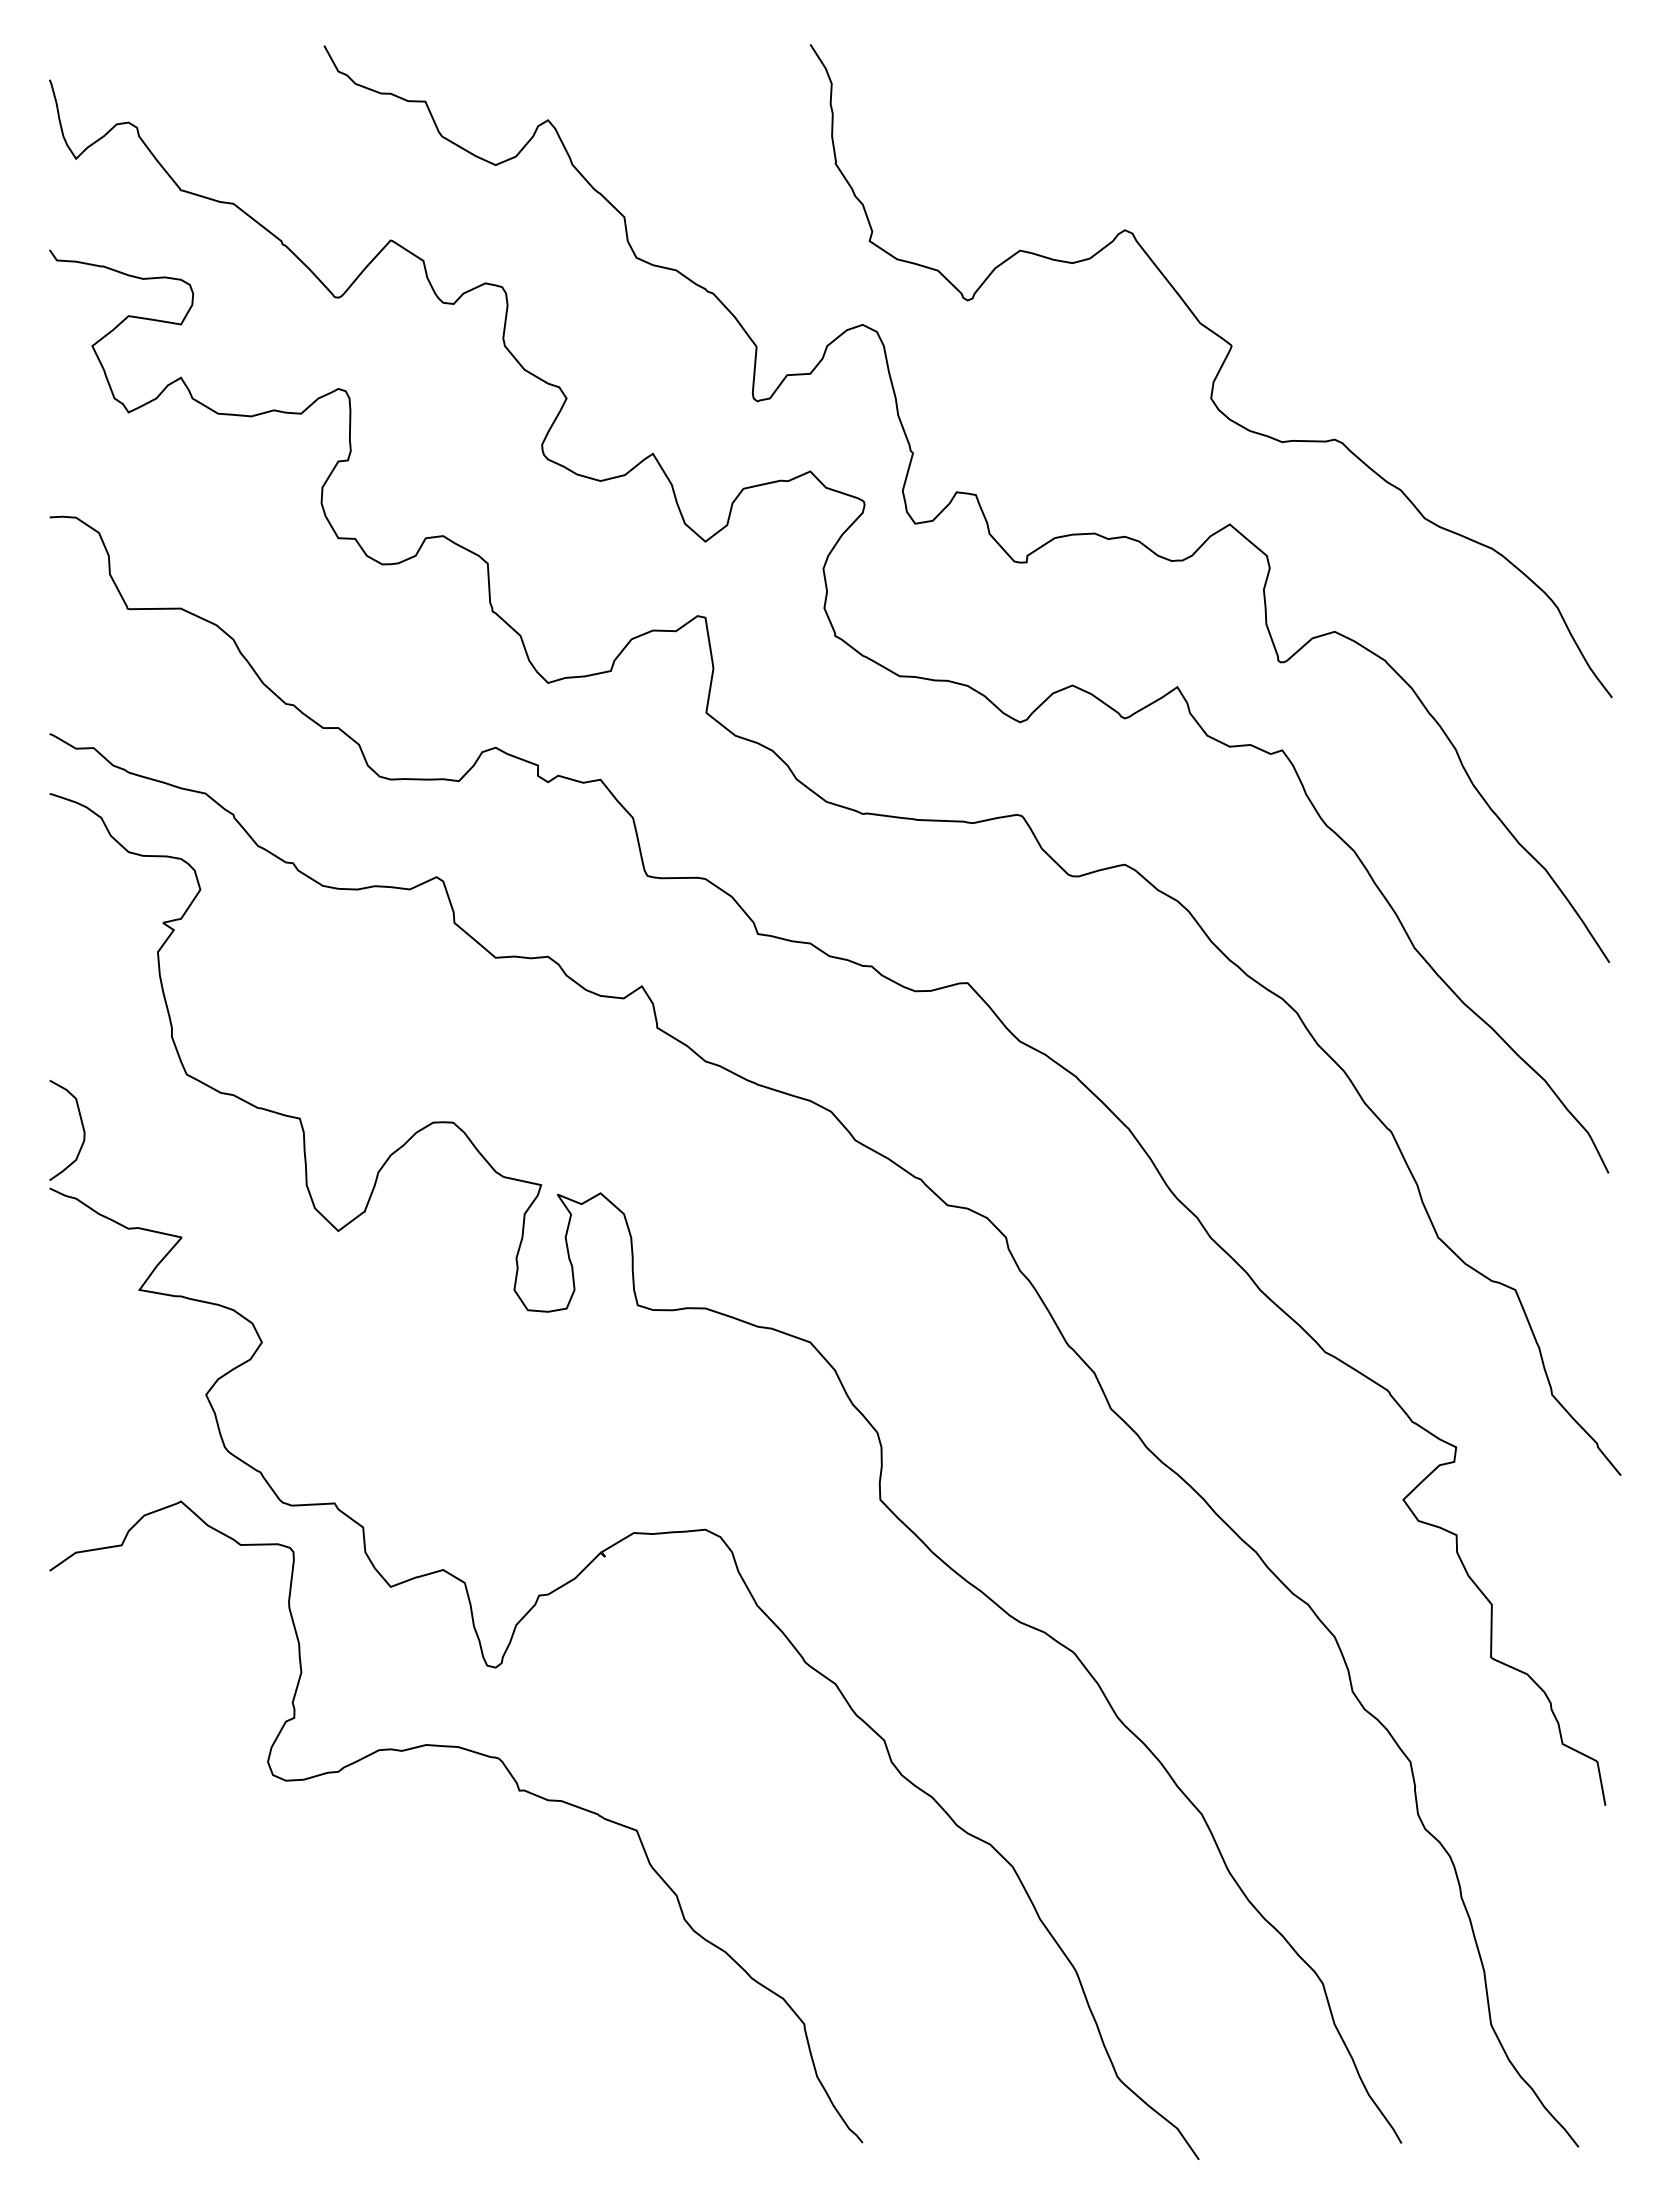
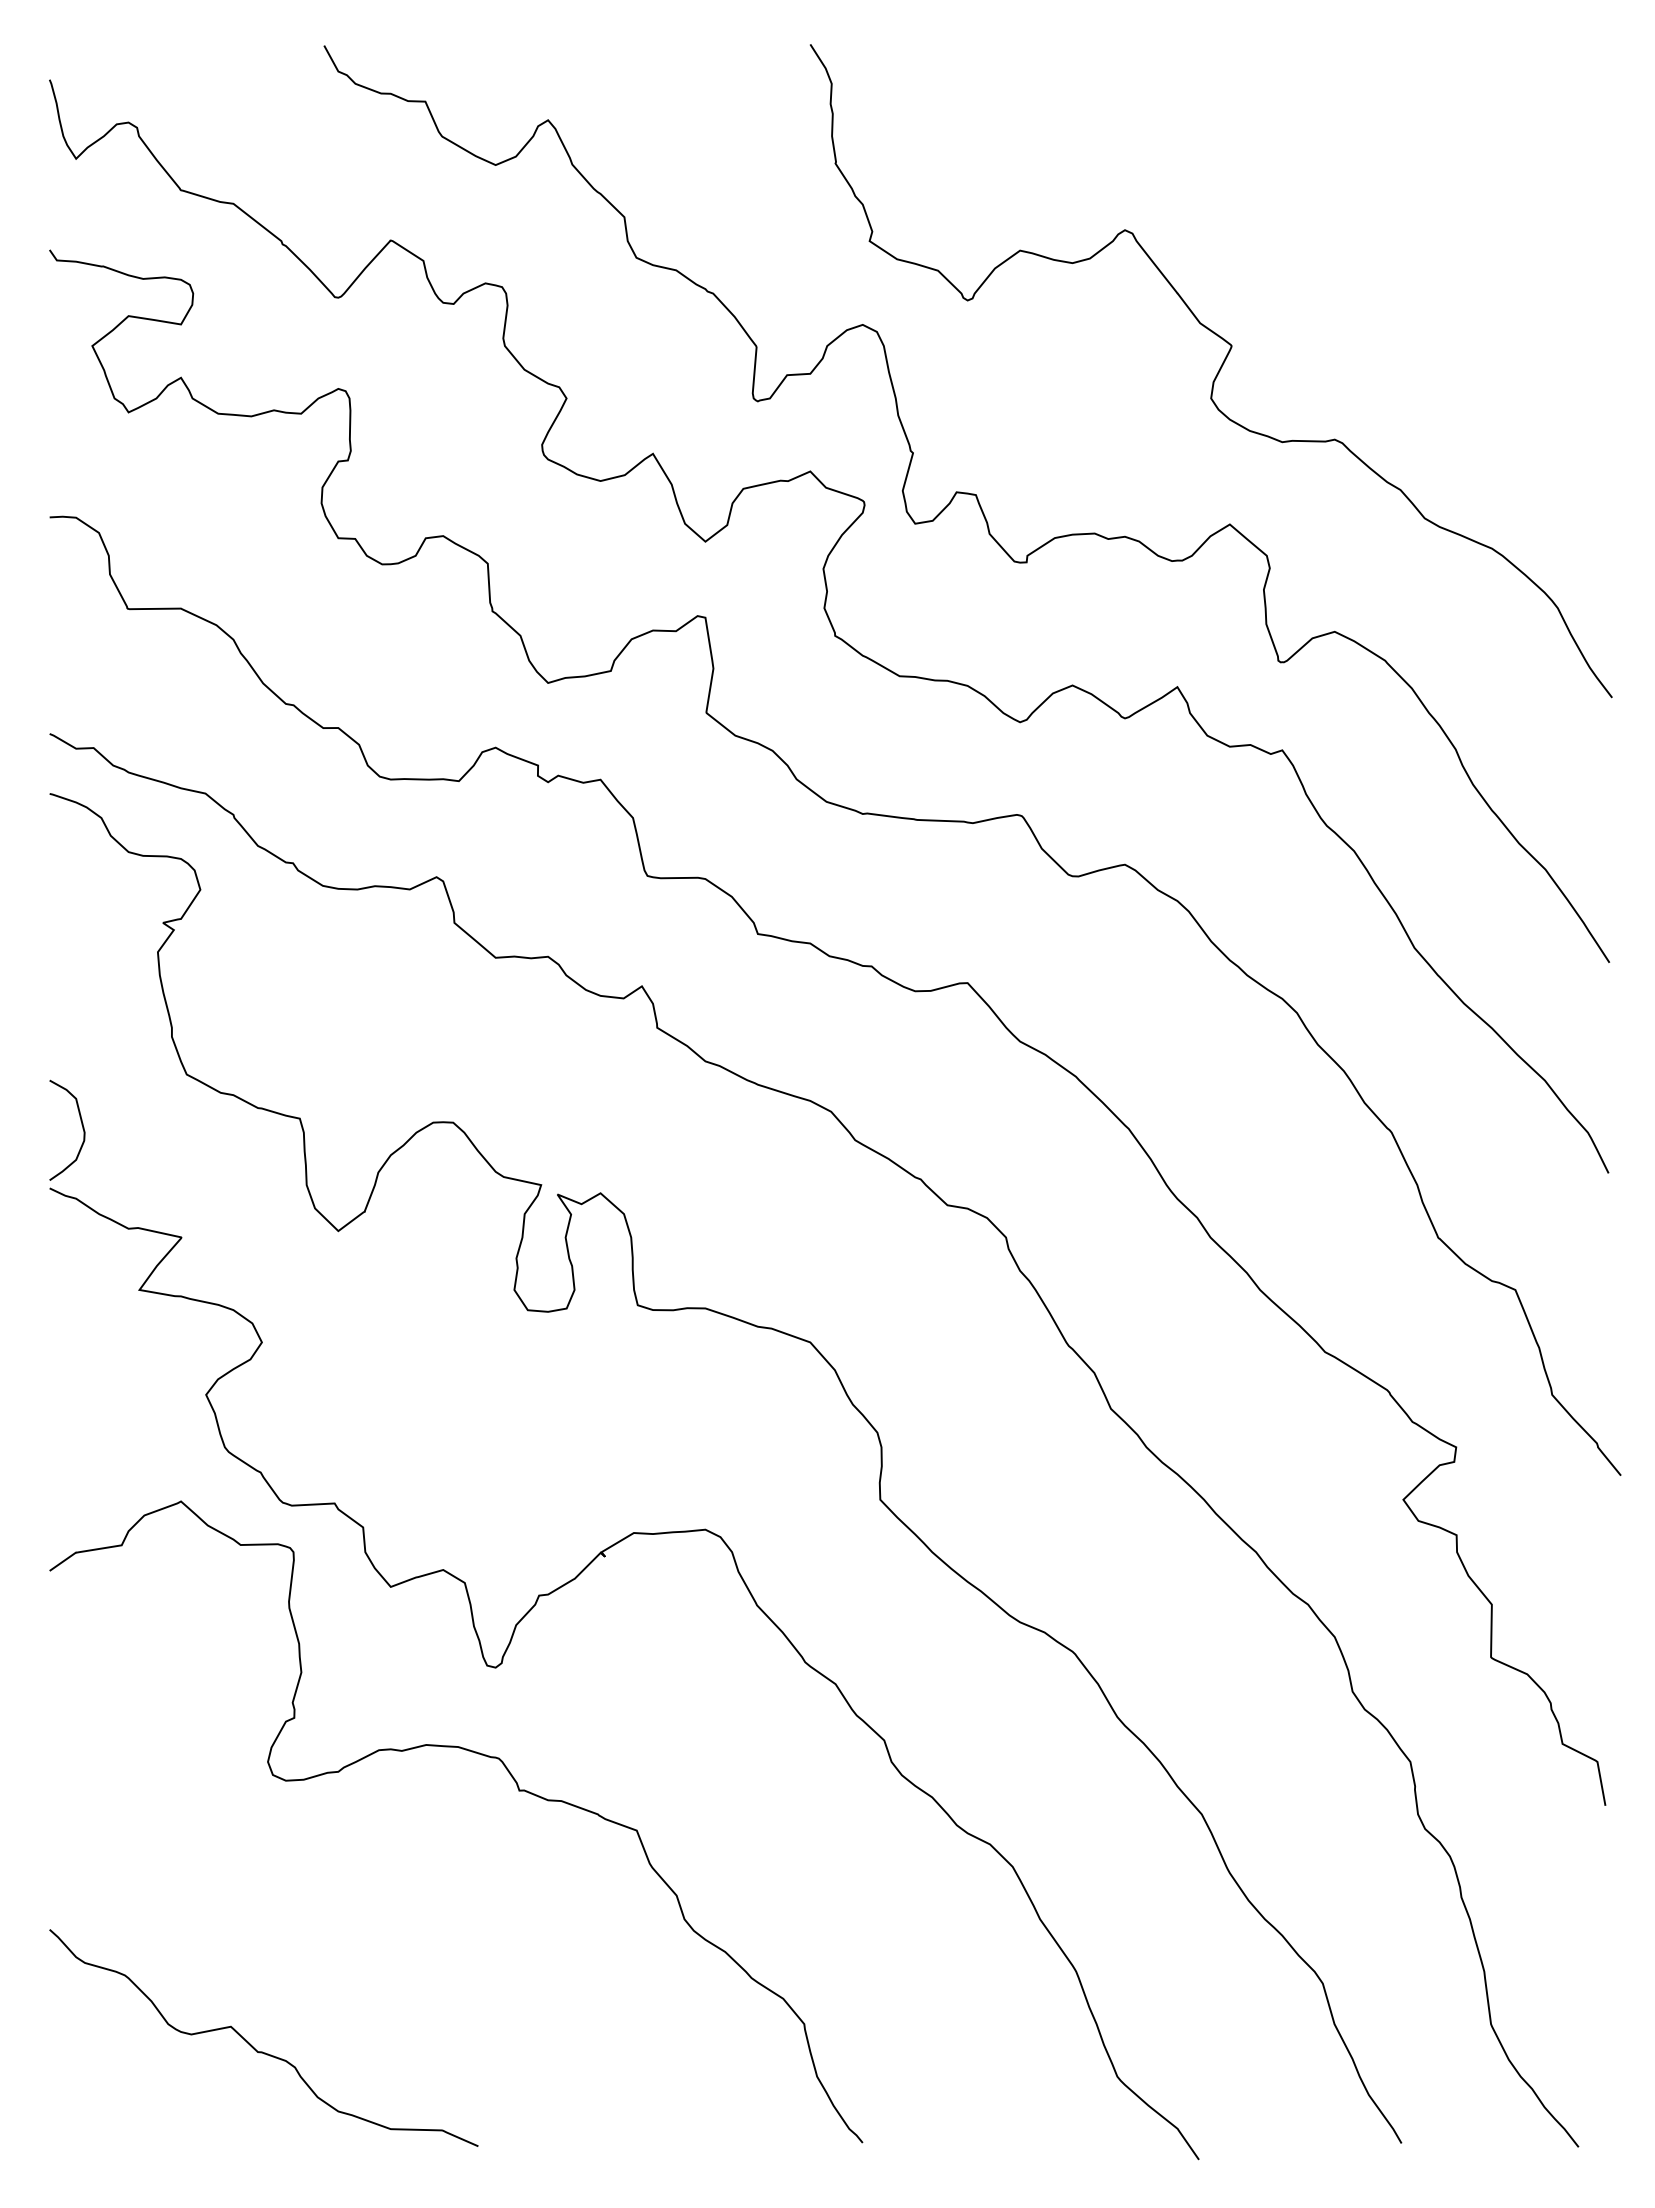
curve at (253, 2046): none -> present
